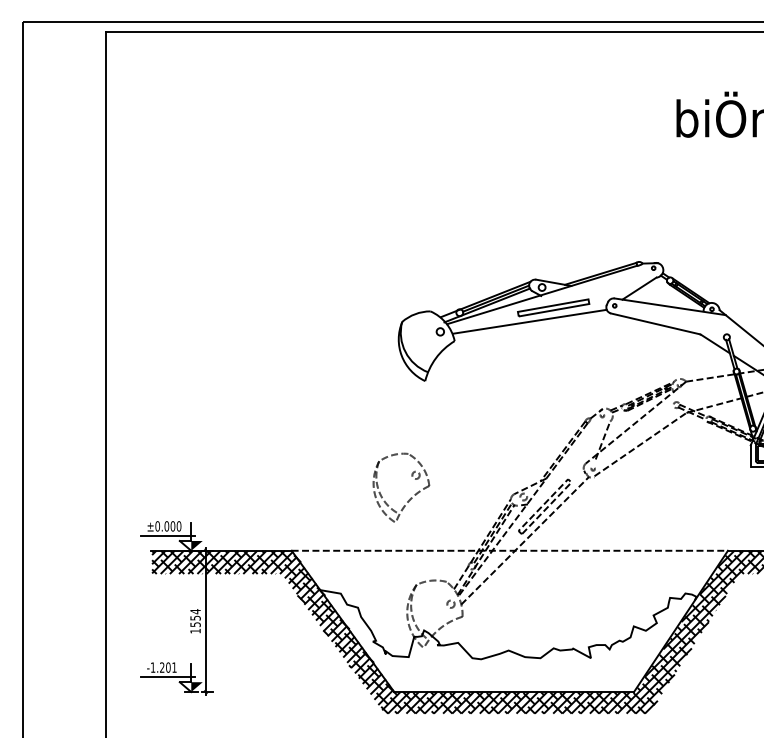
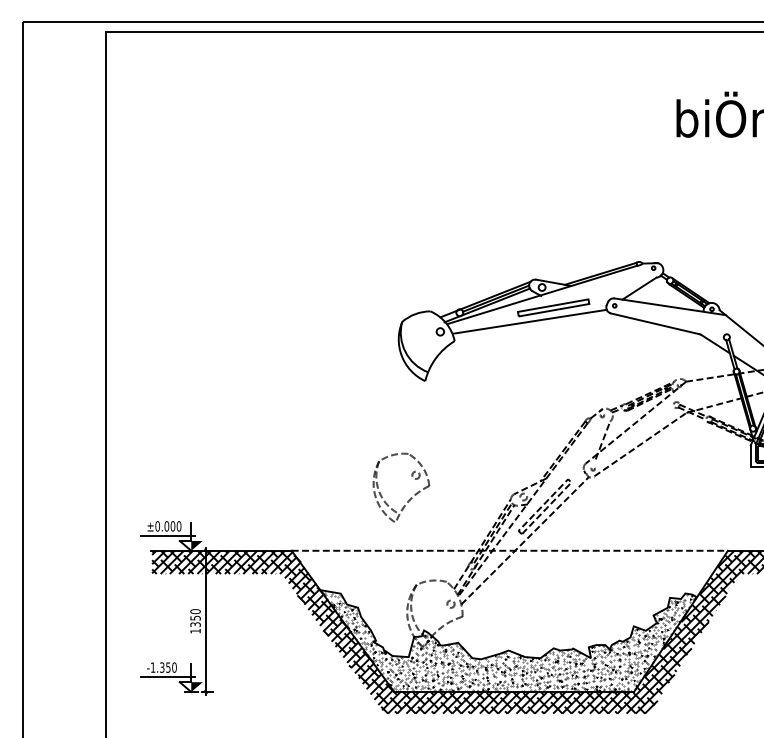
text at (195, 617): 1554 -> 1350
hatch at (508, 641): none -> present
text at (168, 667): -1.201 -> -1.350
